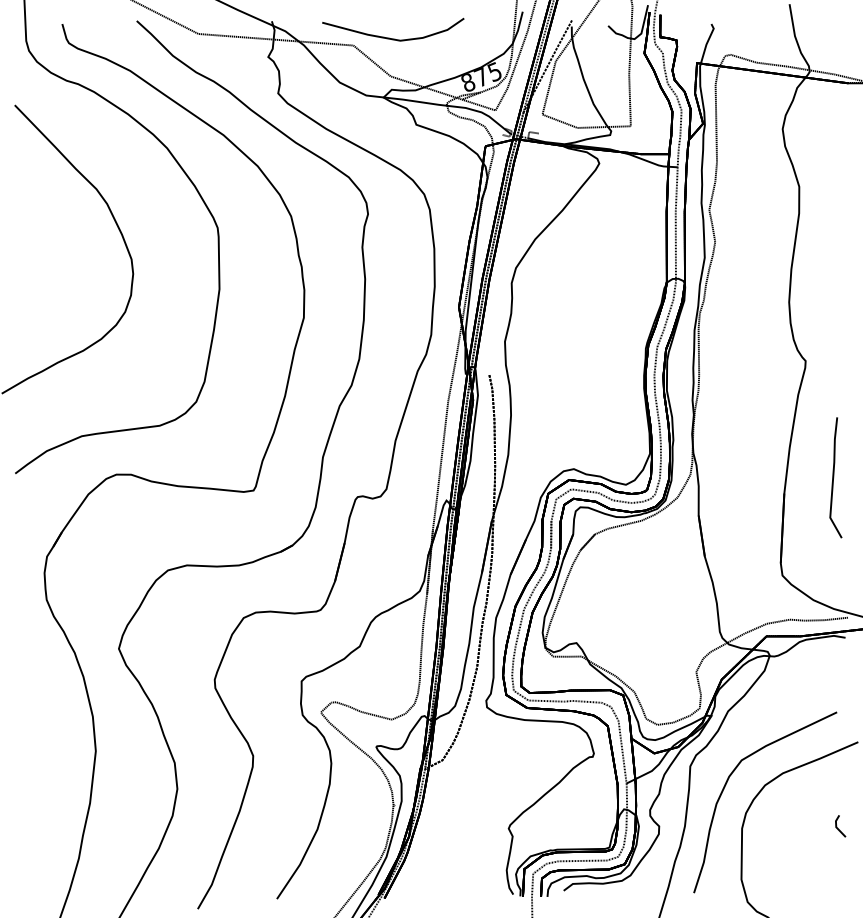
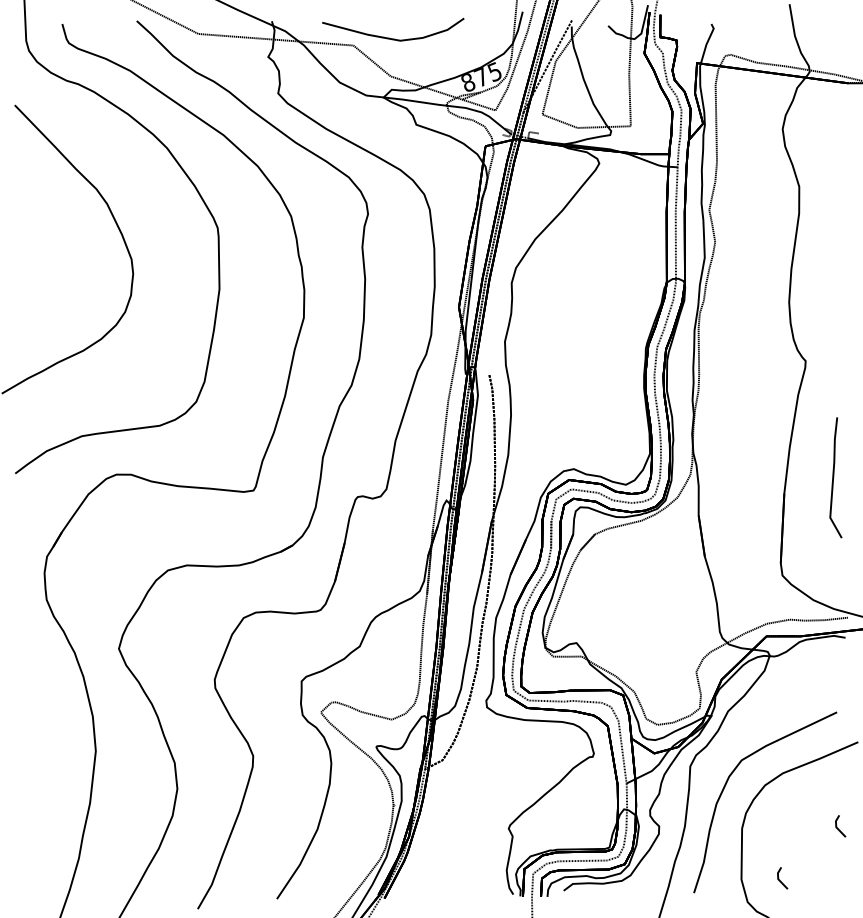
part at (782, 878): none -> present
